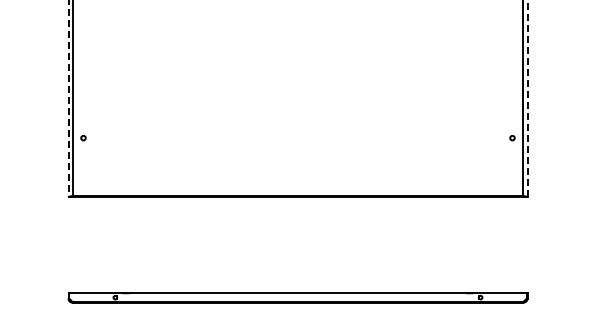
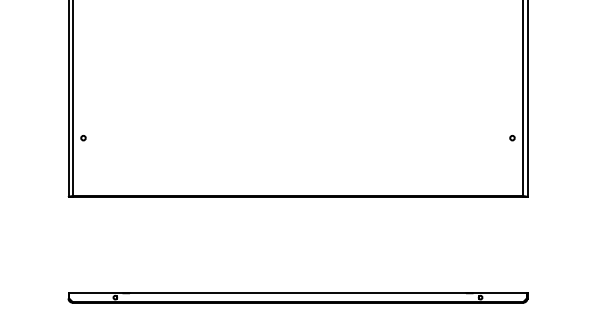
line at (527, 98): dashed -> solid
line at (68, 99): dashed -> solid
